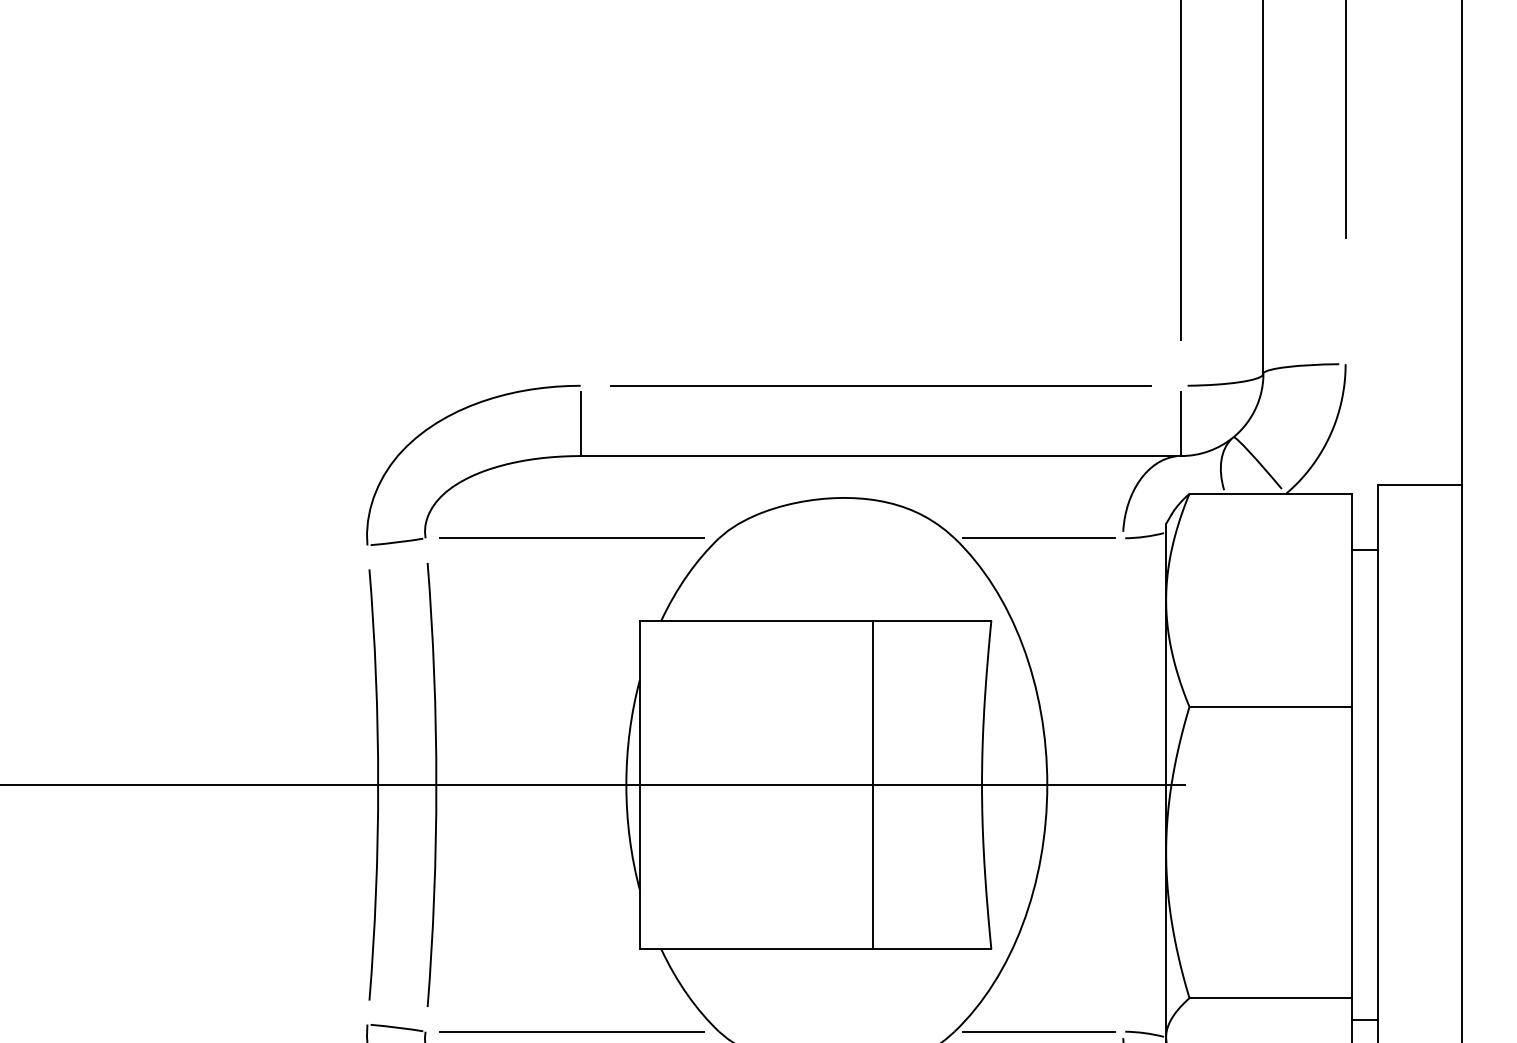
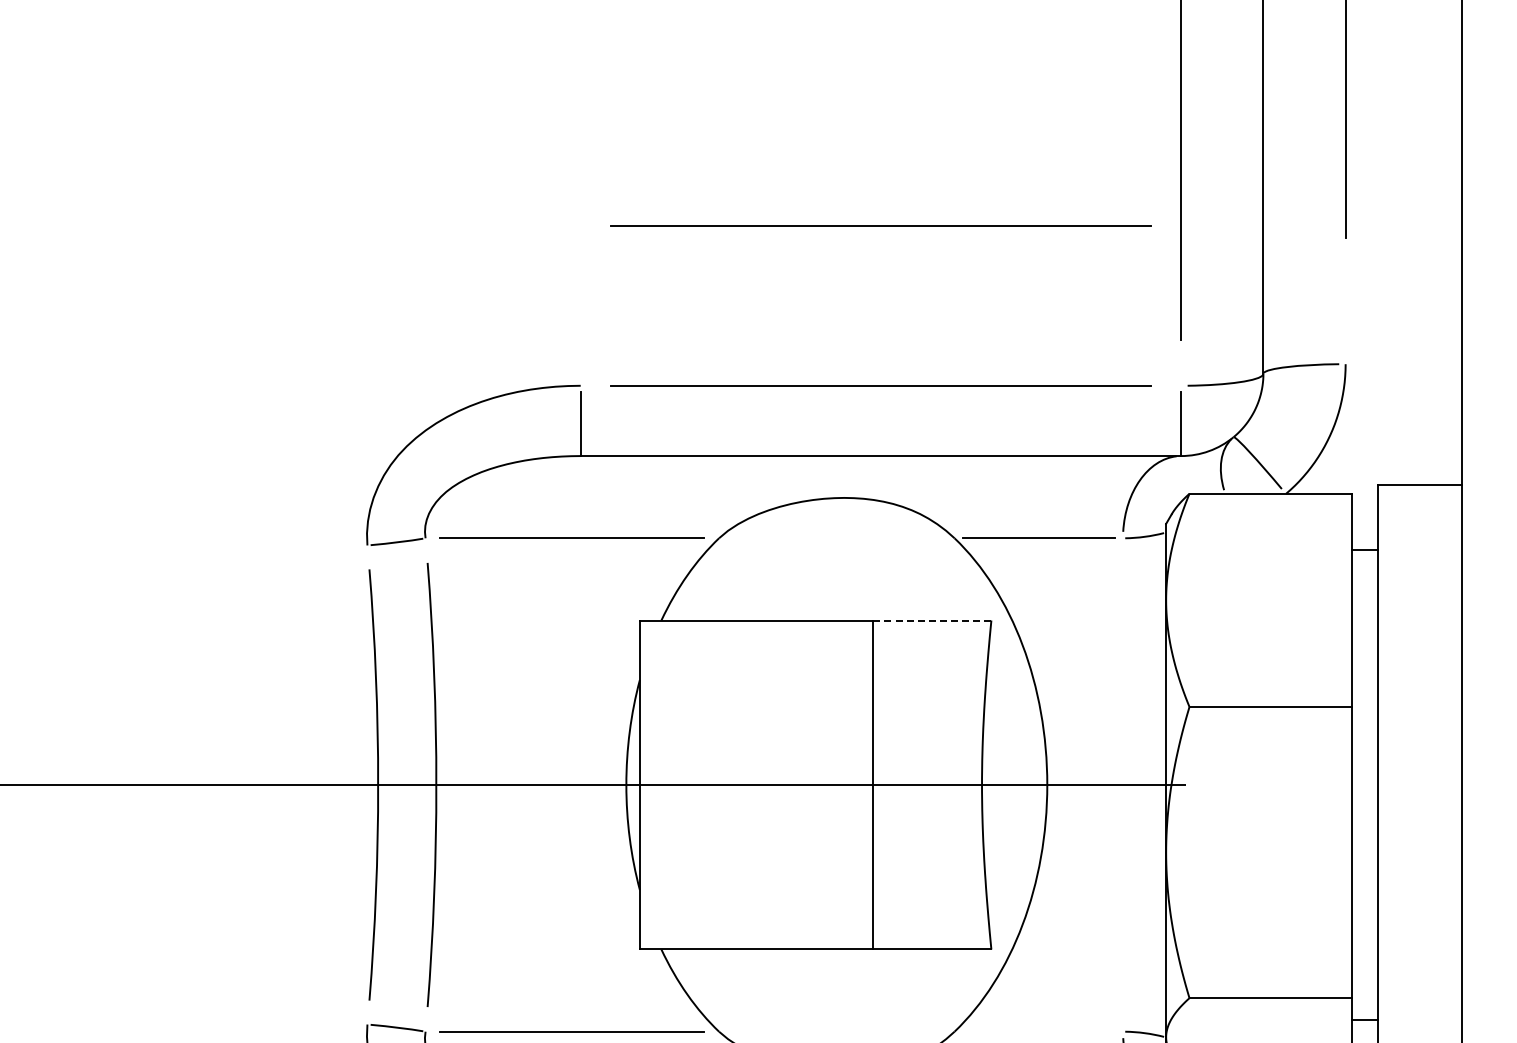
line at (880, 225): none -> present
line at (931, 620): solid -> dashed
line at (1038, 1031): present -> none
